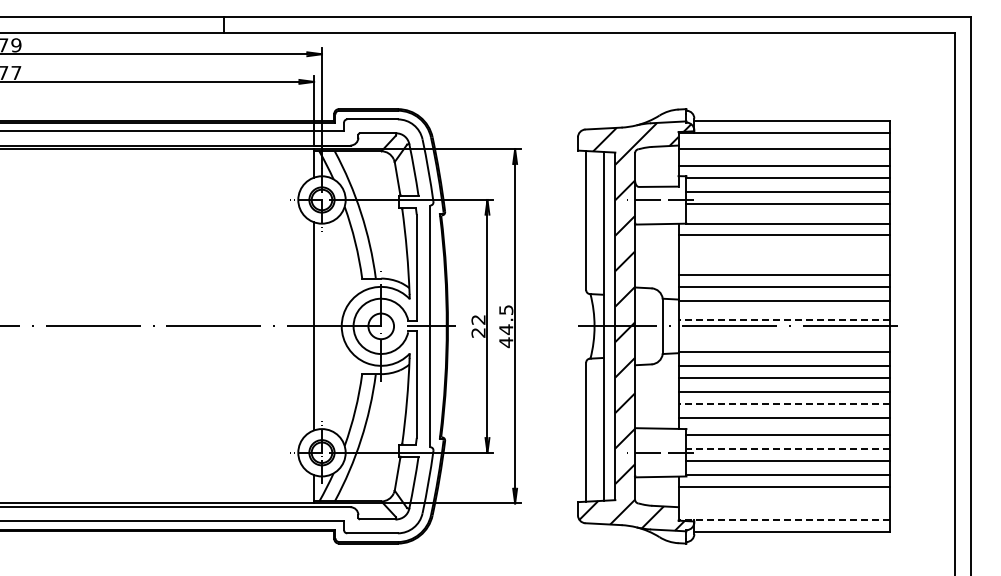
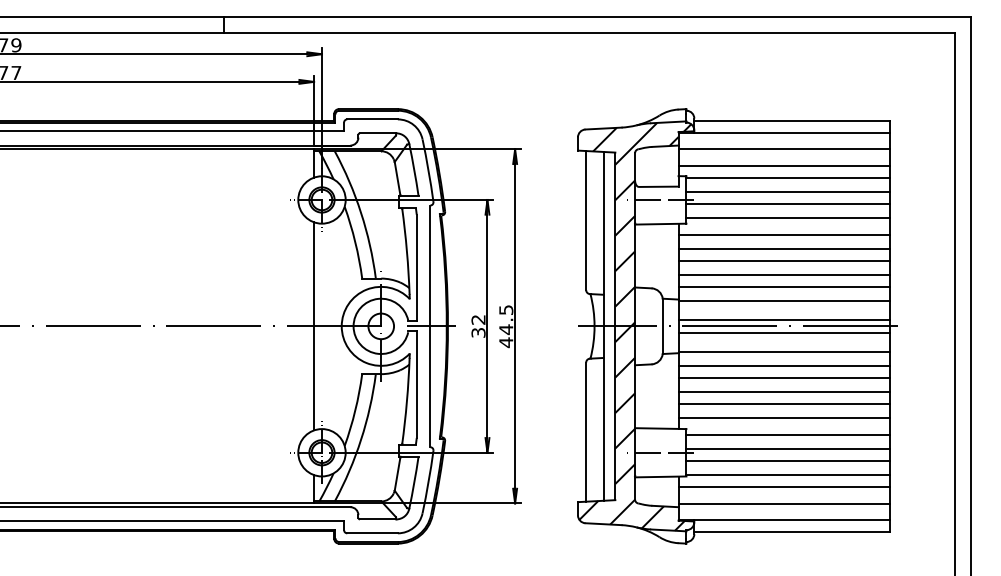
line at (787, 224) position: (787, 224) -> (787, 218)
line at (783, 248): none -> present
line at (783, 260): none -> present
line at (784, 319): dashed -> solid
text at (478, 332): 22 -> 32
line at (783, 332): none -> present
line at (784, 403): dashed -> solid
line at (788, 448): dashed -> solid
line at (783, 504): none -> present
line at (784, 519): dashed -> solid
